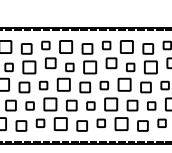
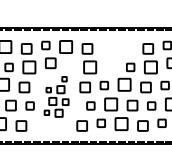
part at (117, 54): present -> none
part at (56, 96) size: 43x70 px -> 27x42 px
